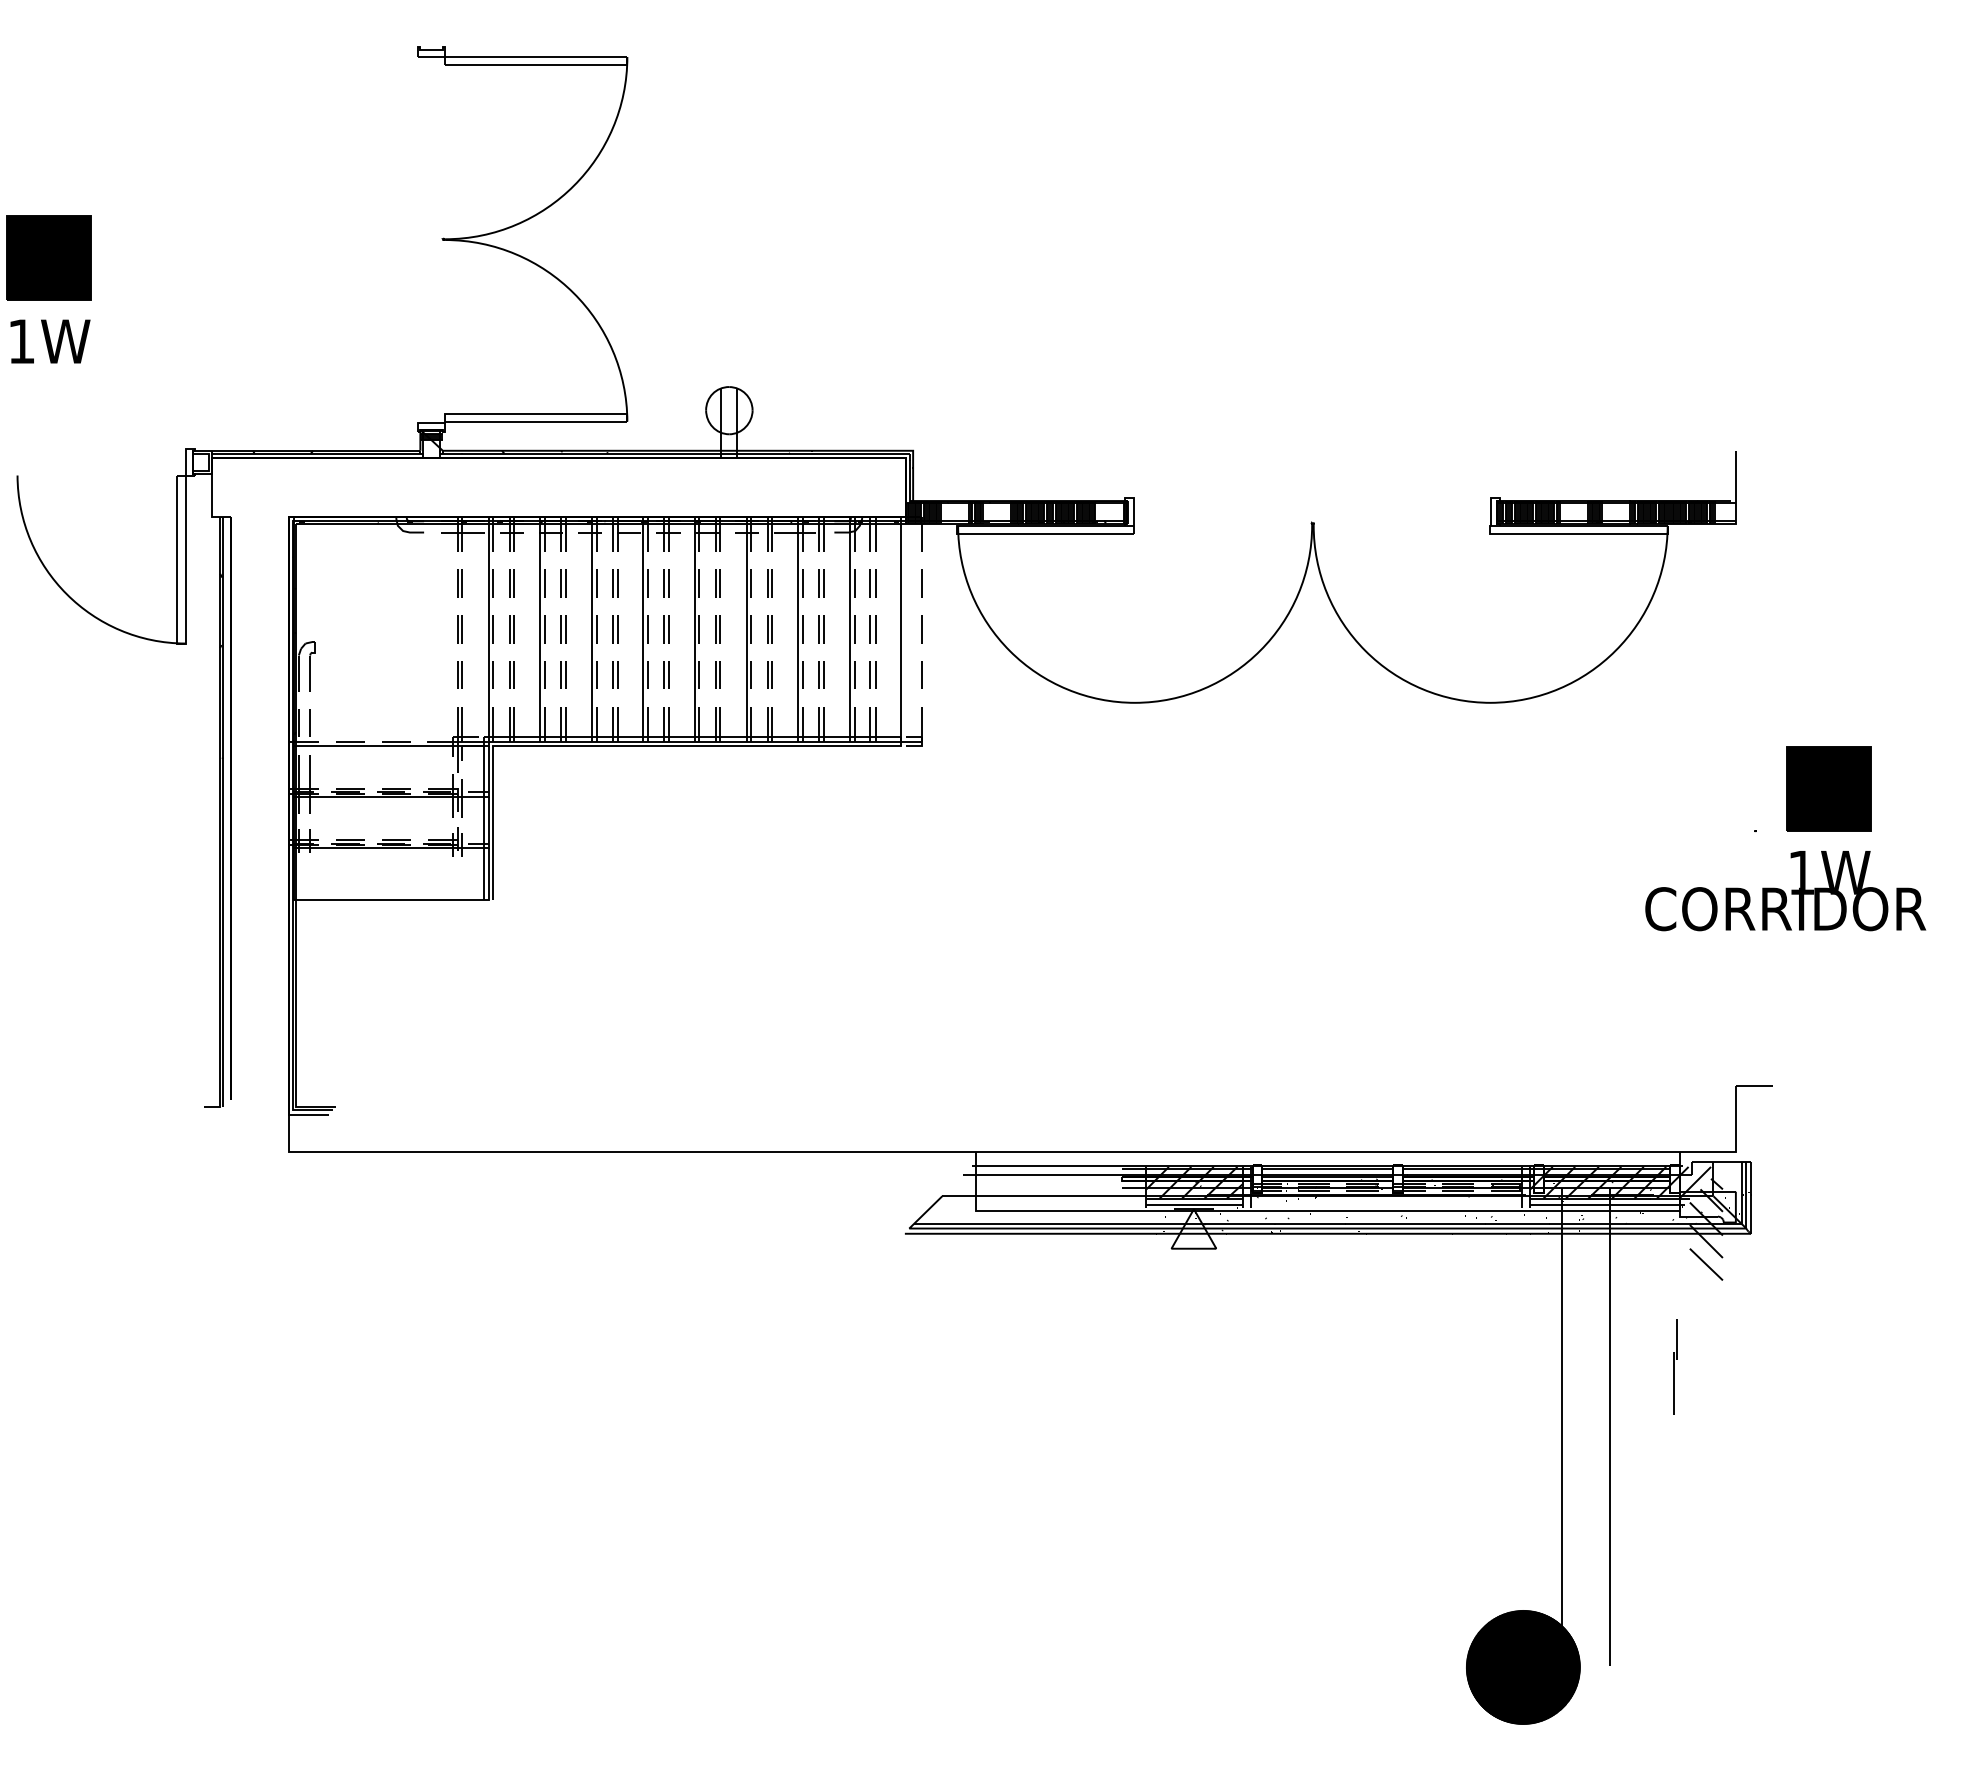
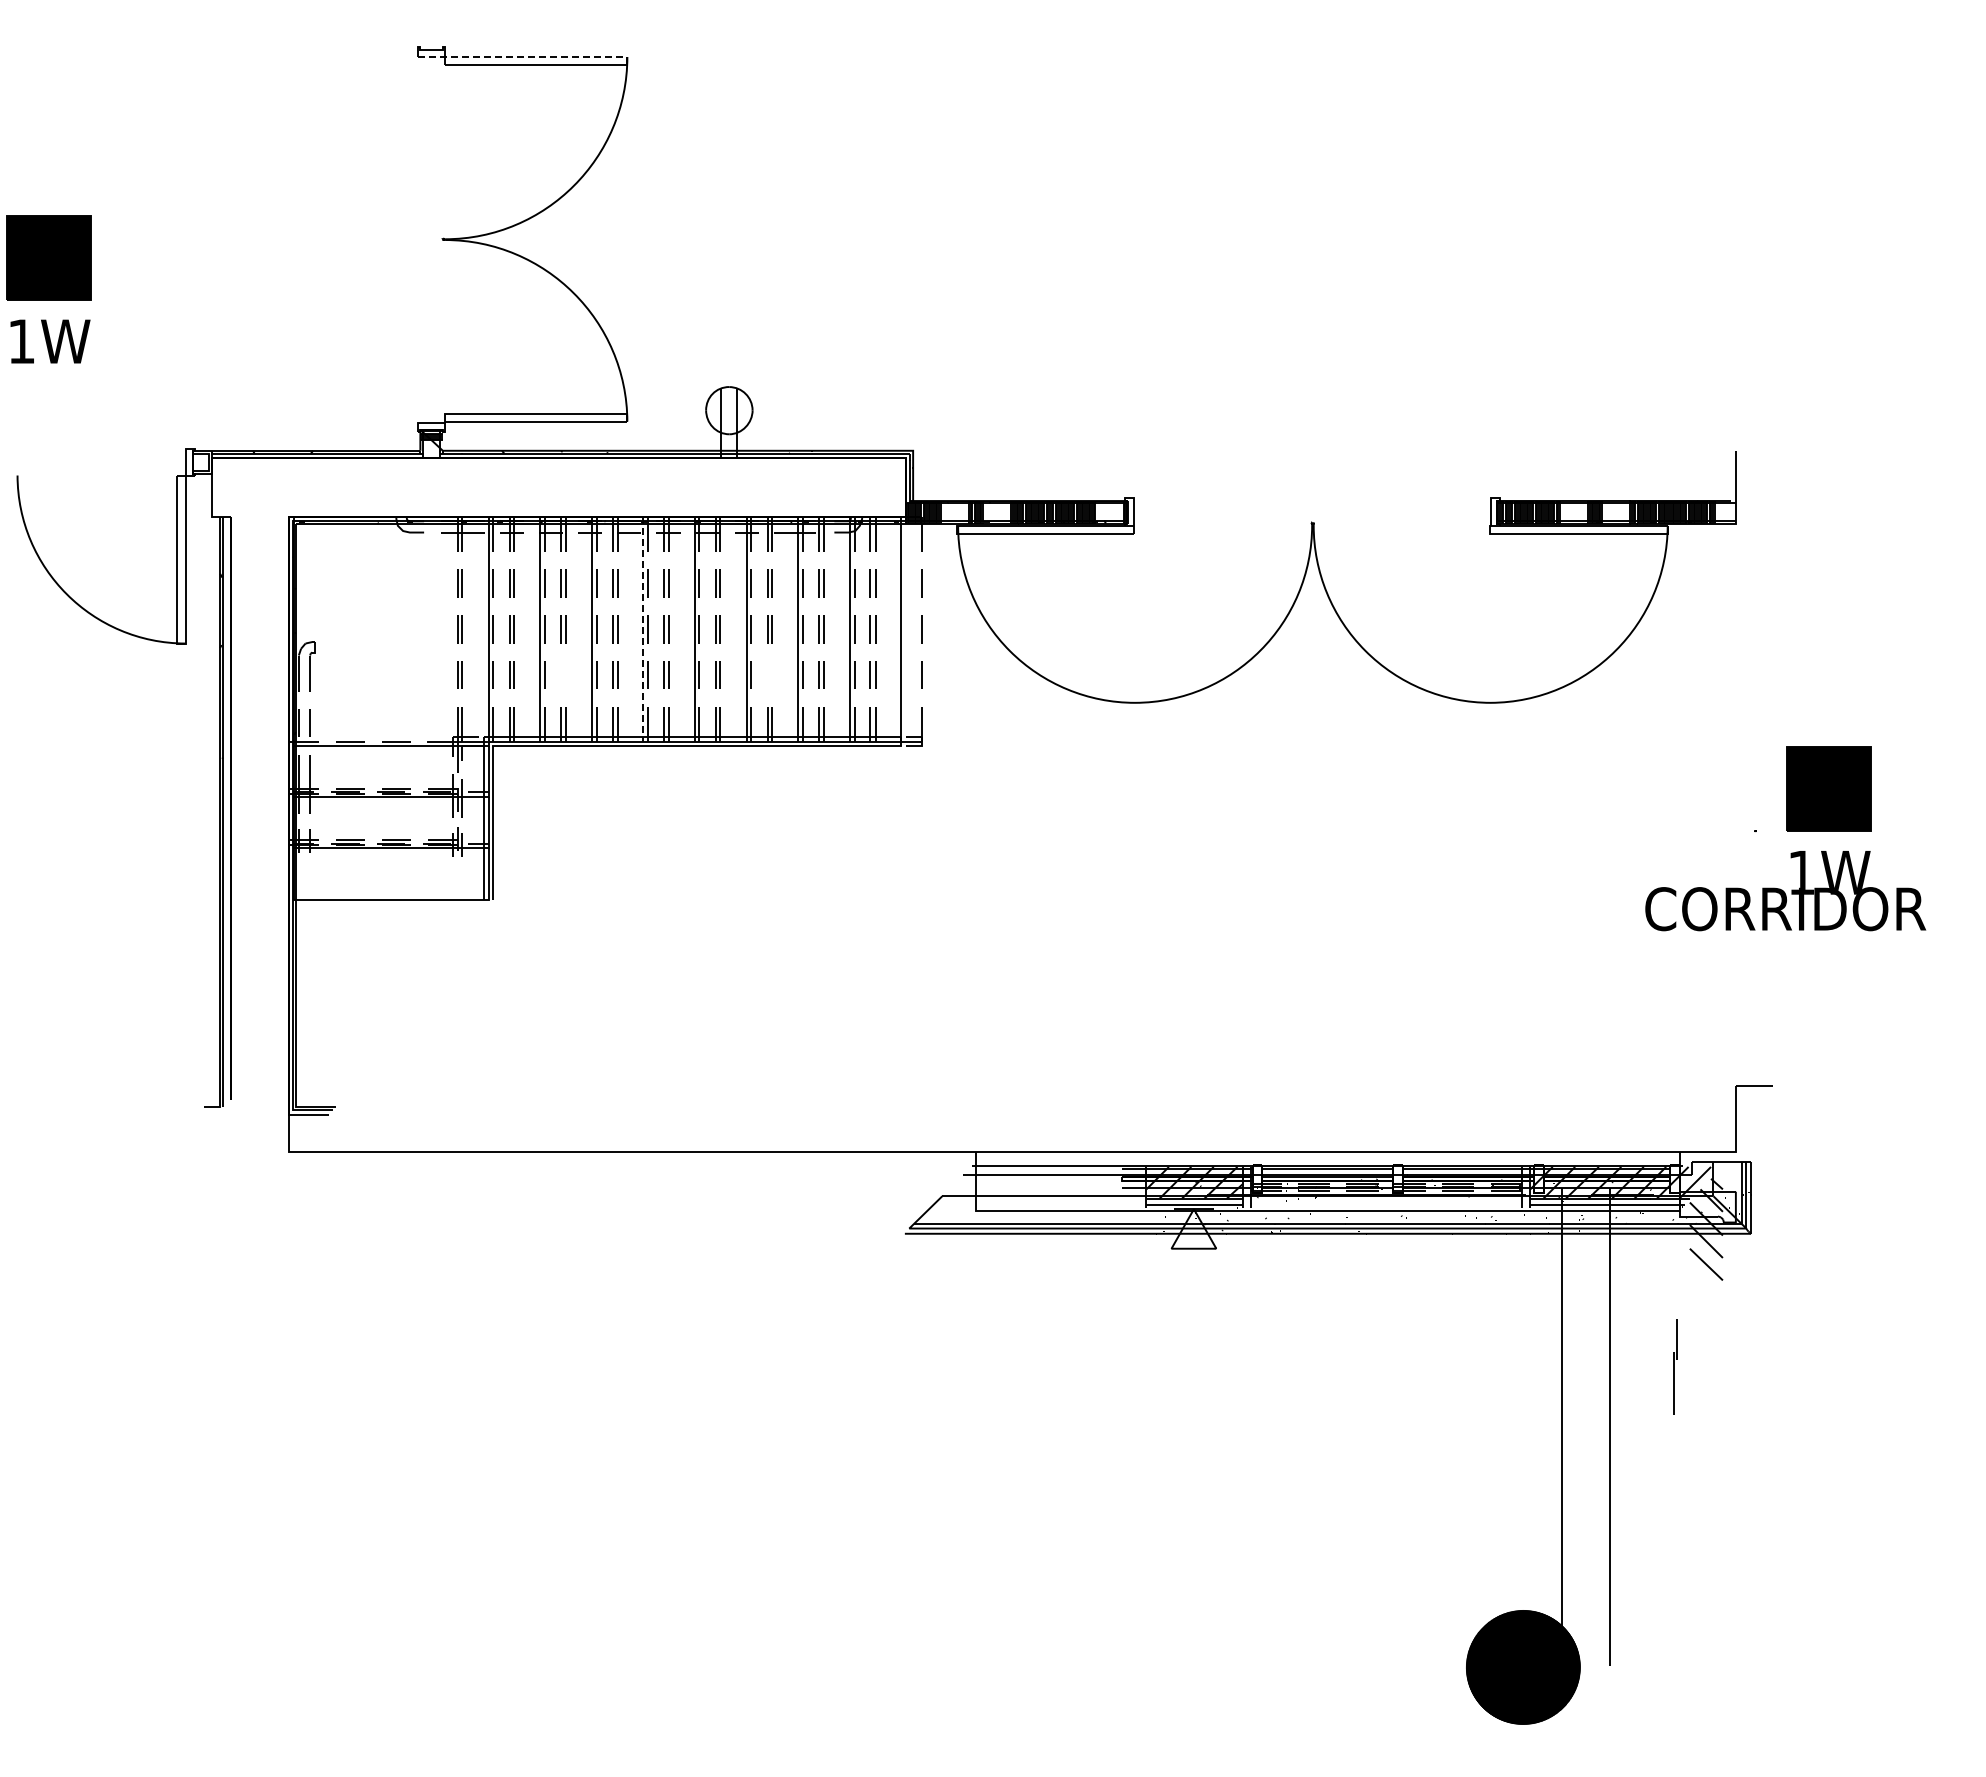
line at (522, 57): solid -> dashed
line at (643, 629): solid -> dashed
part at (563, 674): present -> none
part at (769, 674): present -> none
